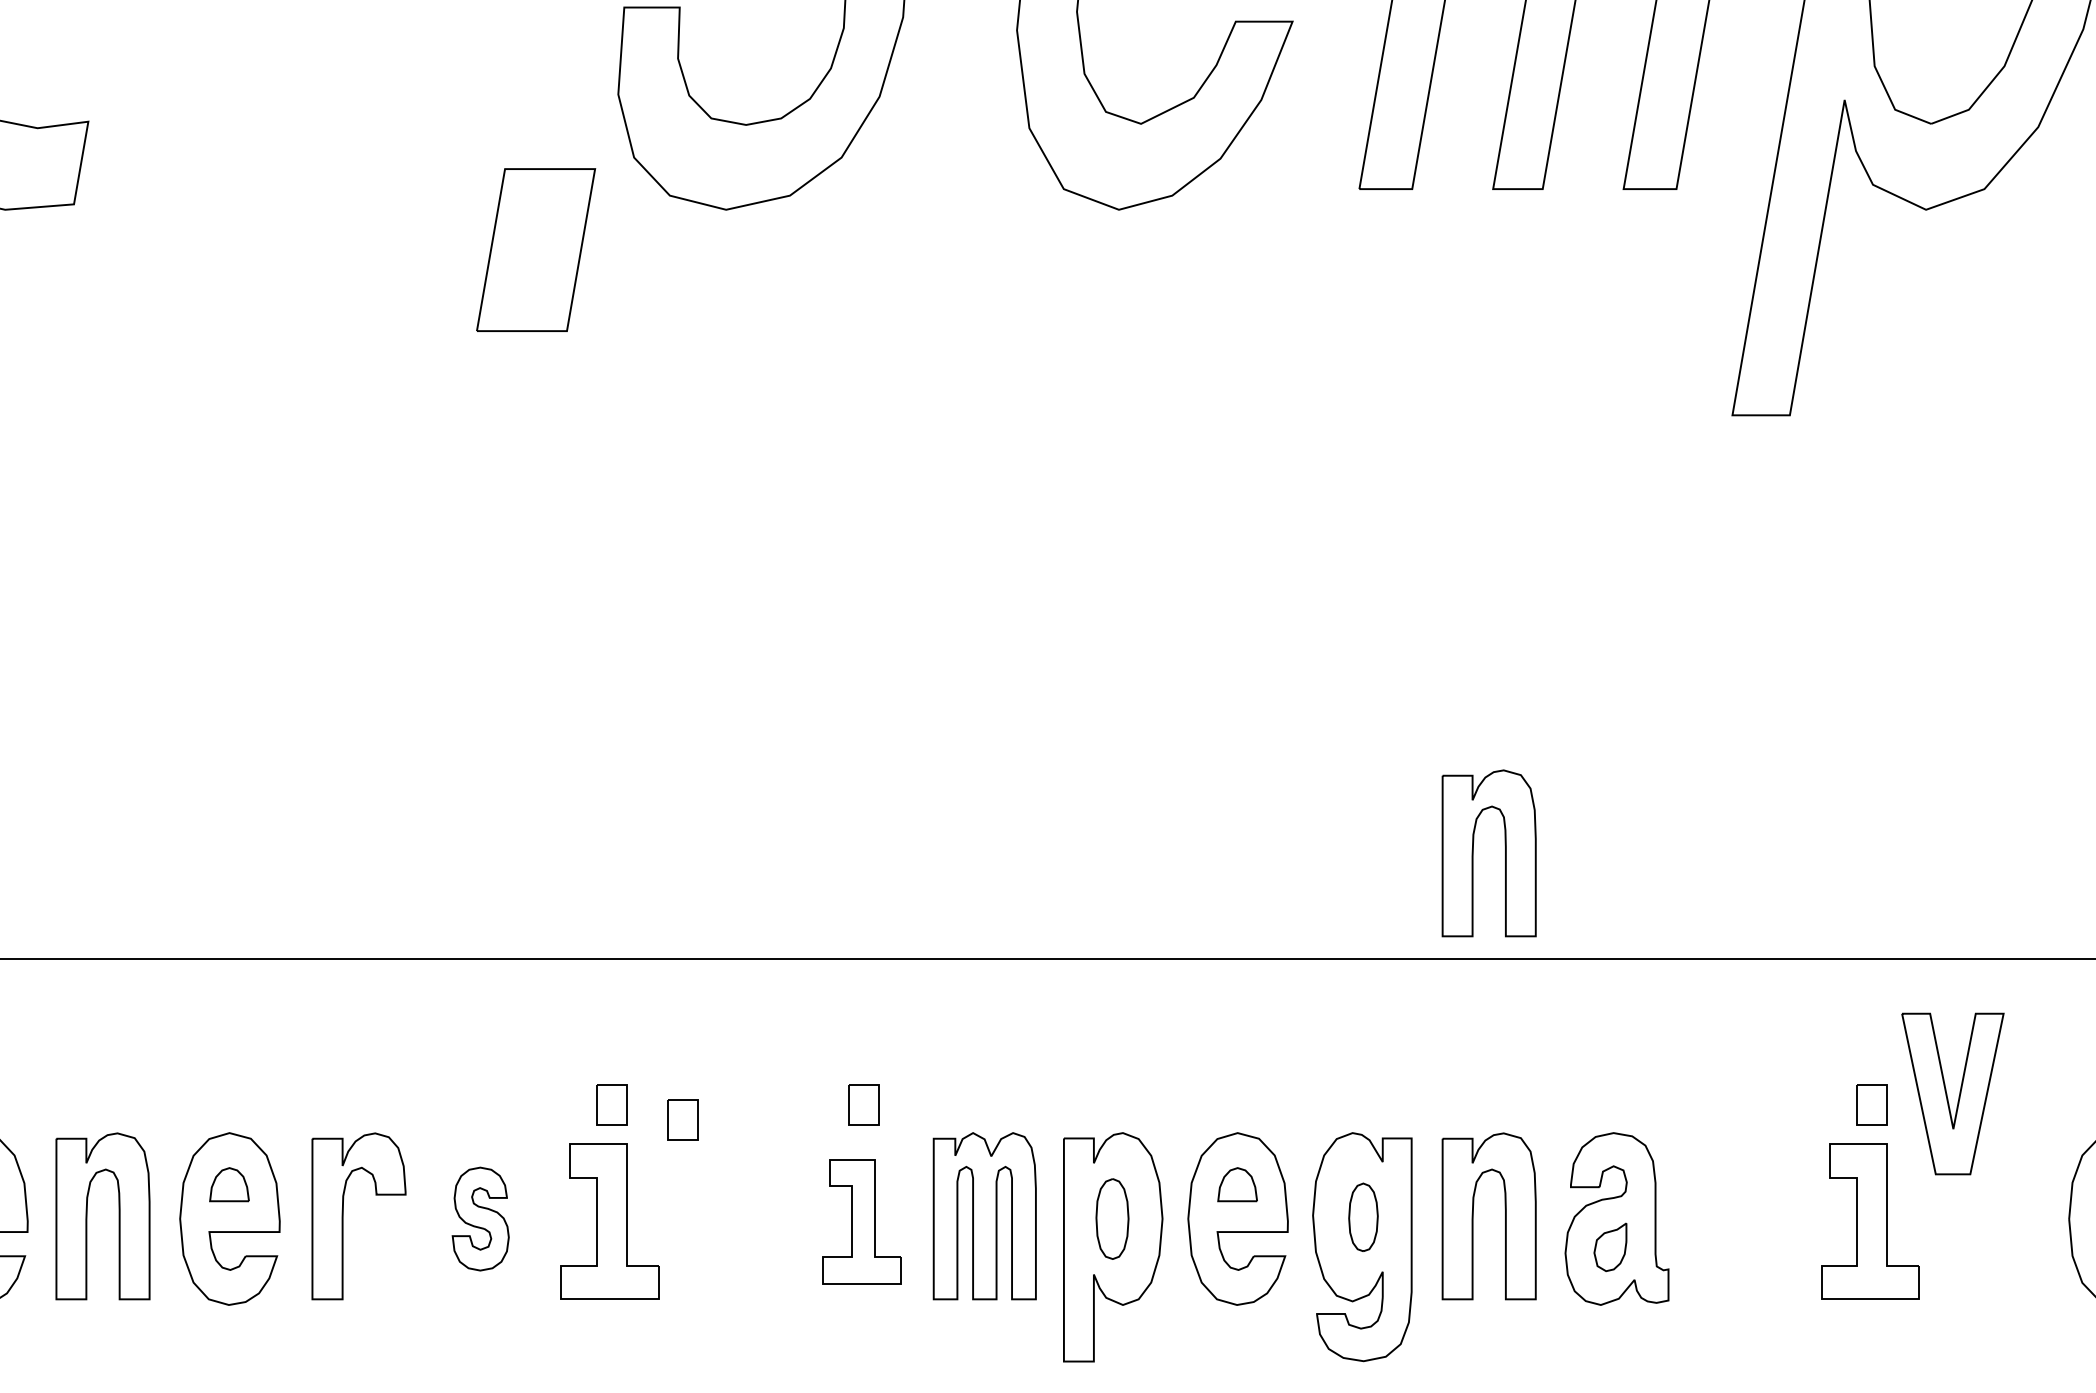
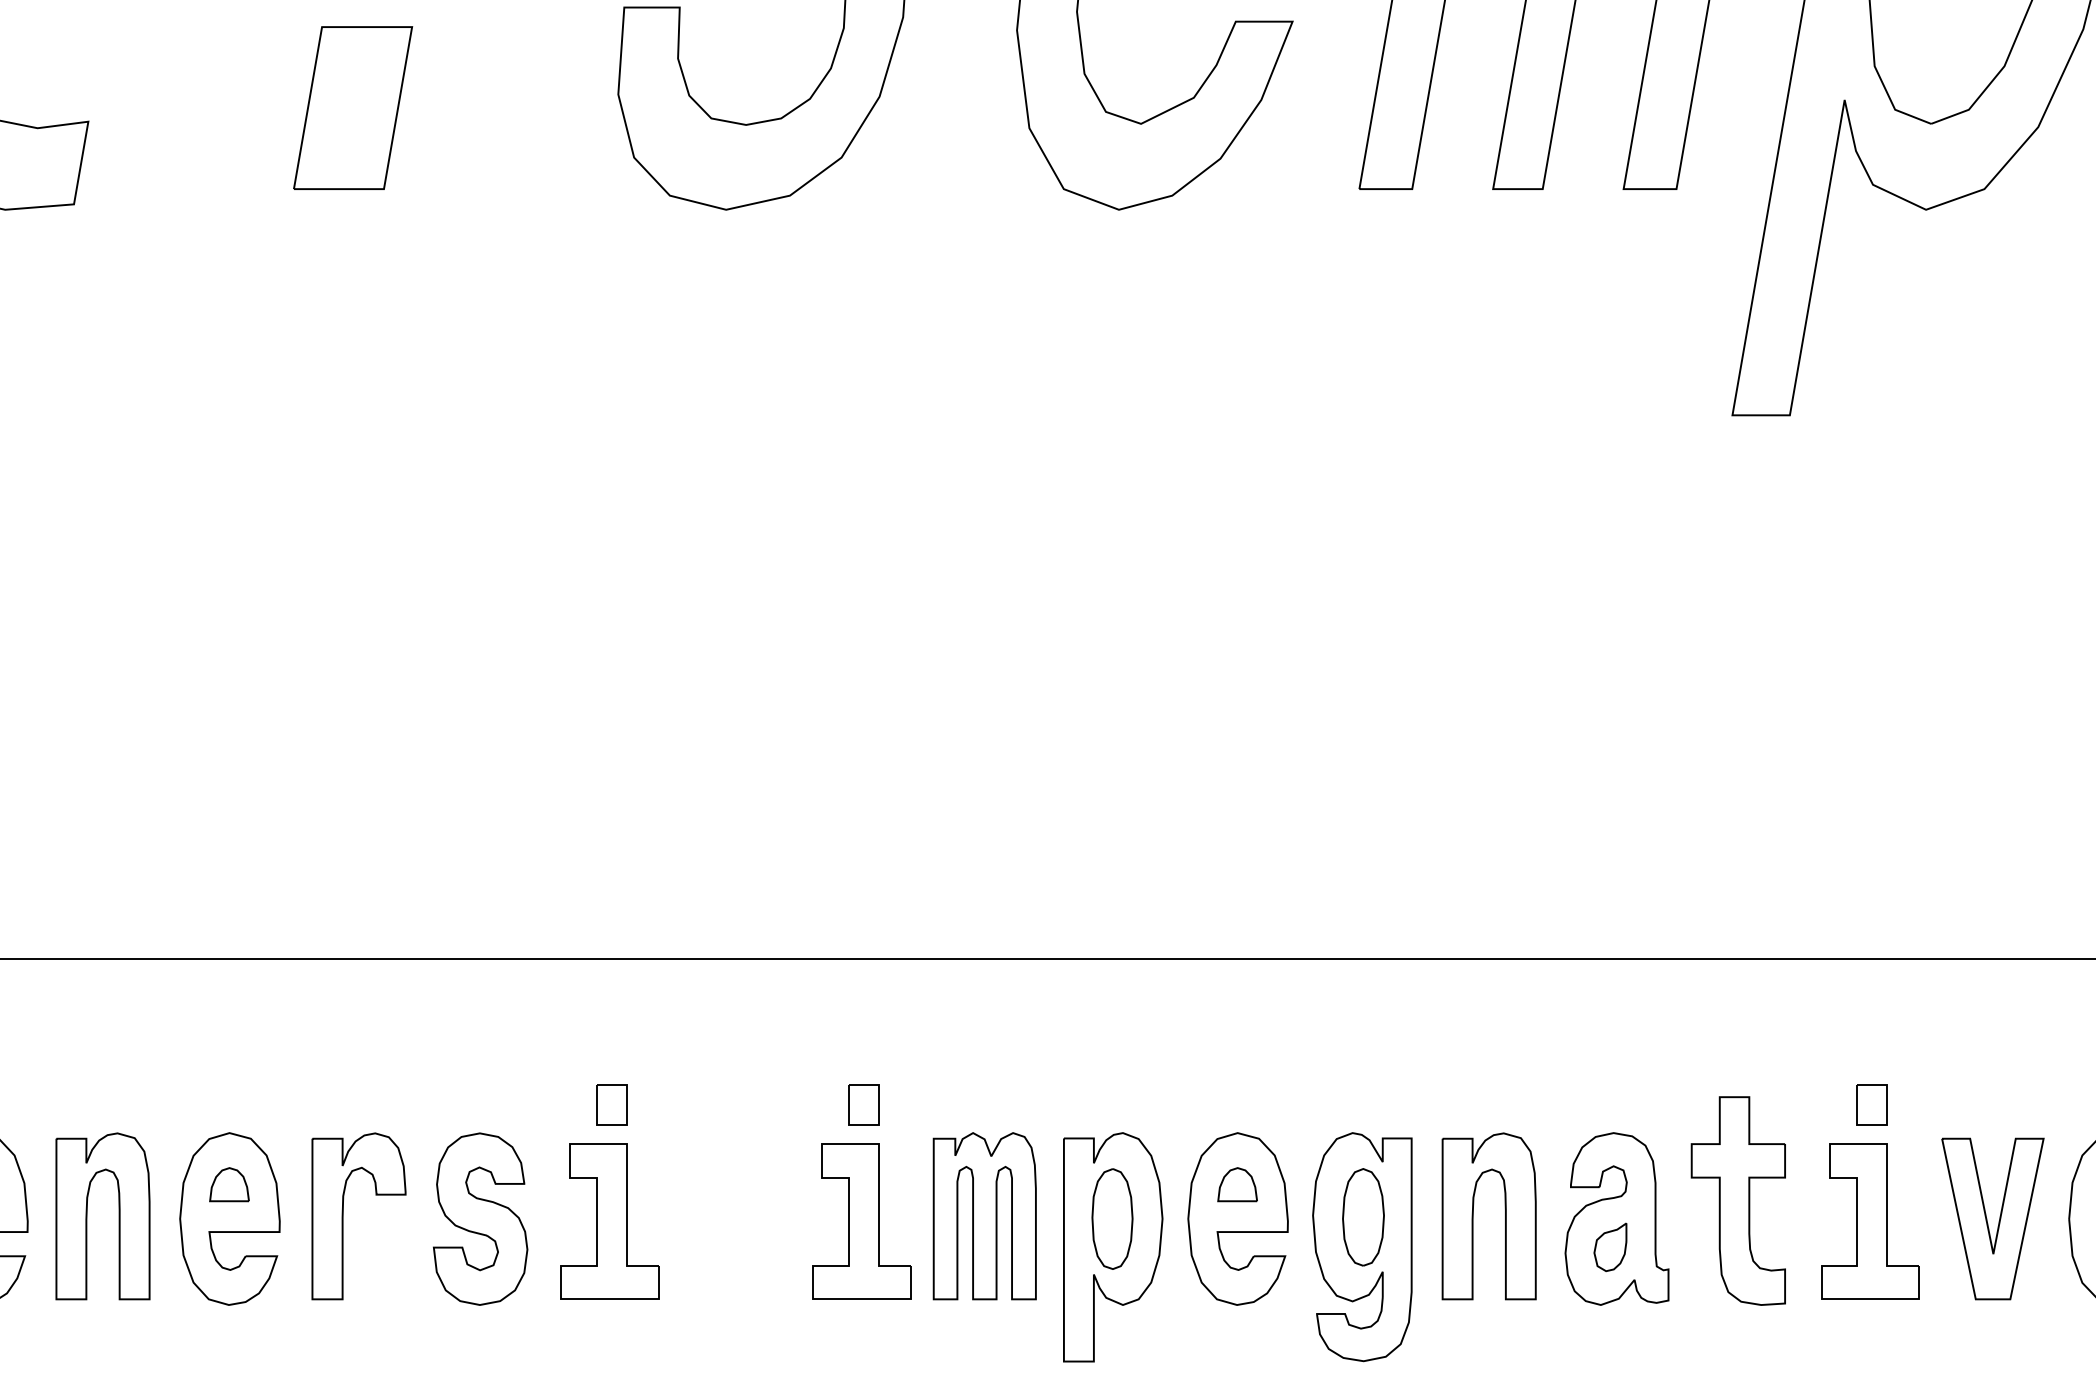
part at (536, 249) position: (536, 249) -> (353, 107)
part at (1473, 853): present -> none
part at (1952, 1093) position: (1952, 1093) -> (1992, 1218)
part at (682, 1119): present -> none
part at (1737, 1200): none -> present
part at (1363, 1216) size: 31x70 px -> 43x99 px
part at (480, 1218) size: 59x106 px -> 96x174 px
part at (1112, 1218) size: 35x82 px -> 43x102 px
part at (861, 1221) size: 80x126 px -> 100x157 px
